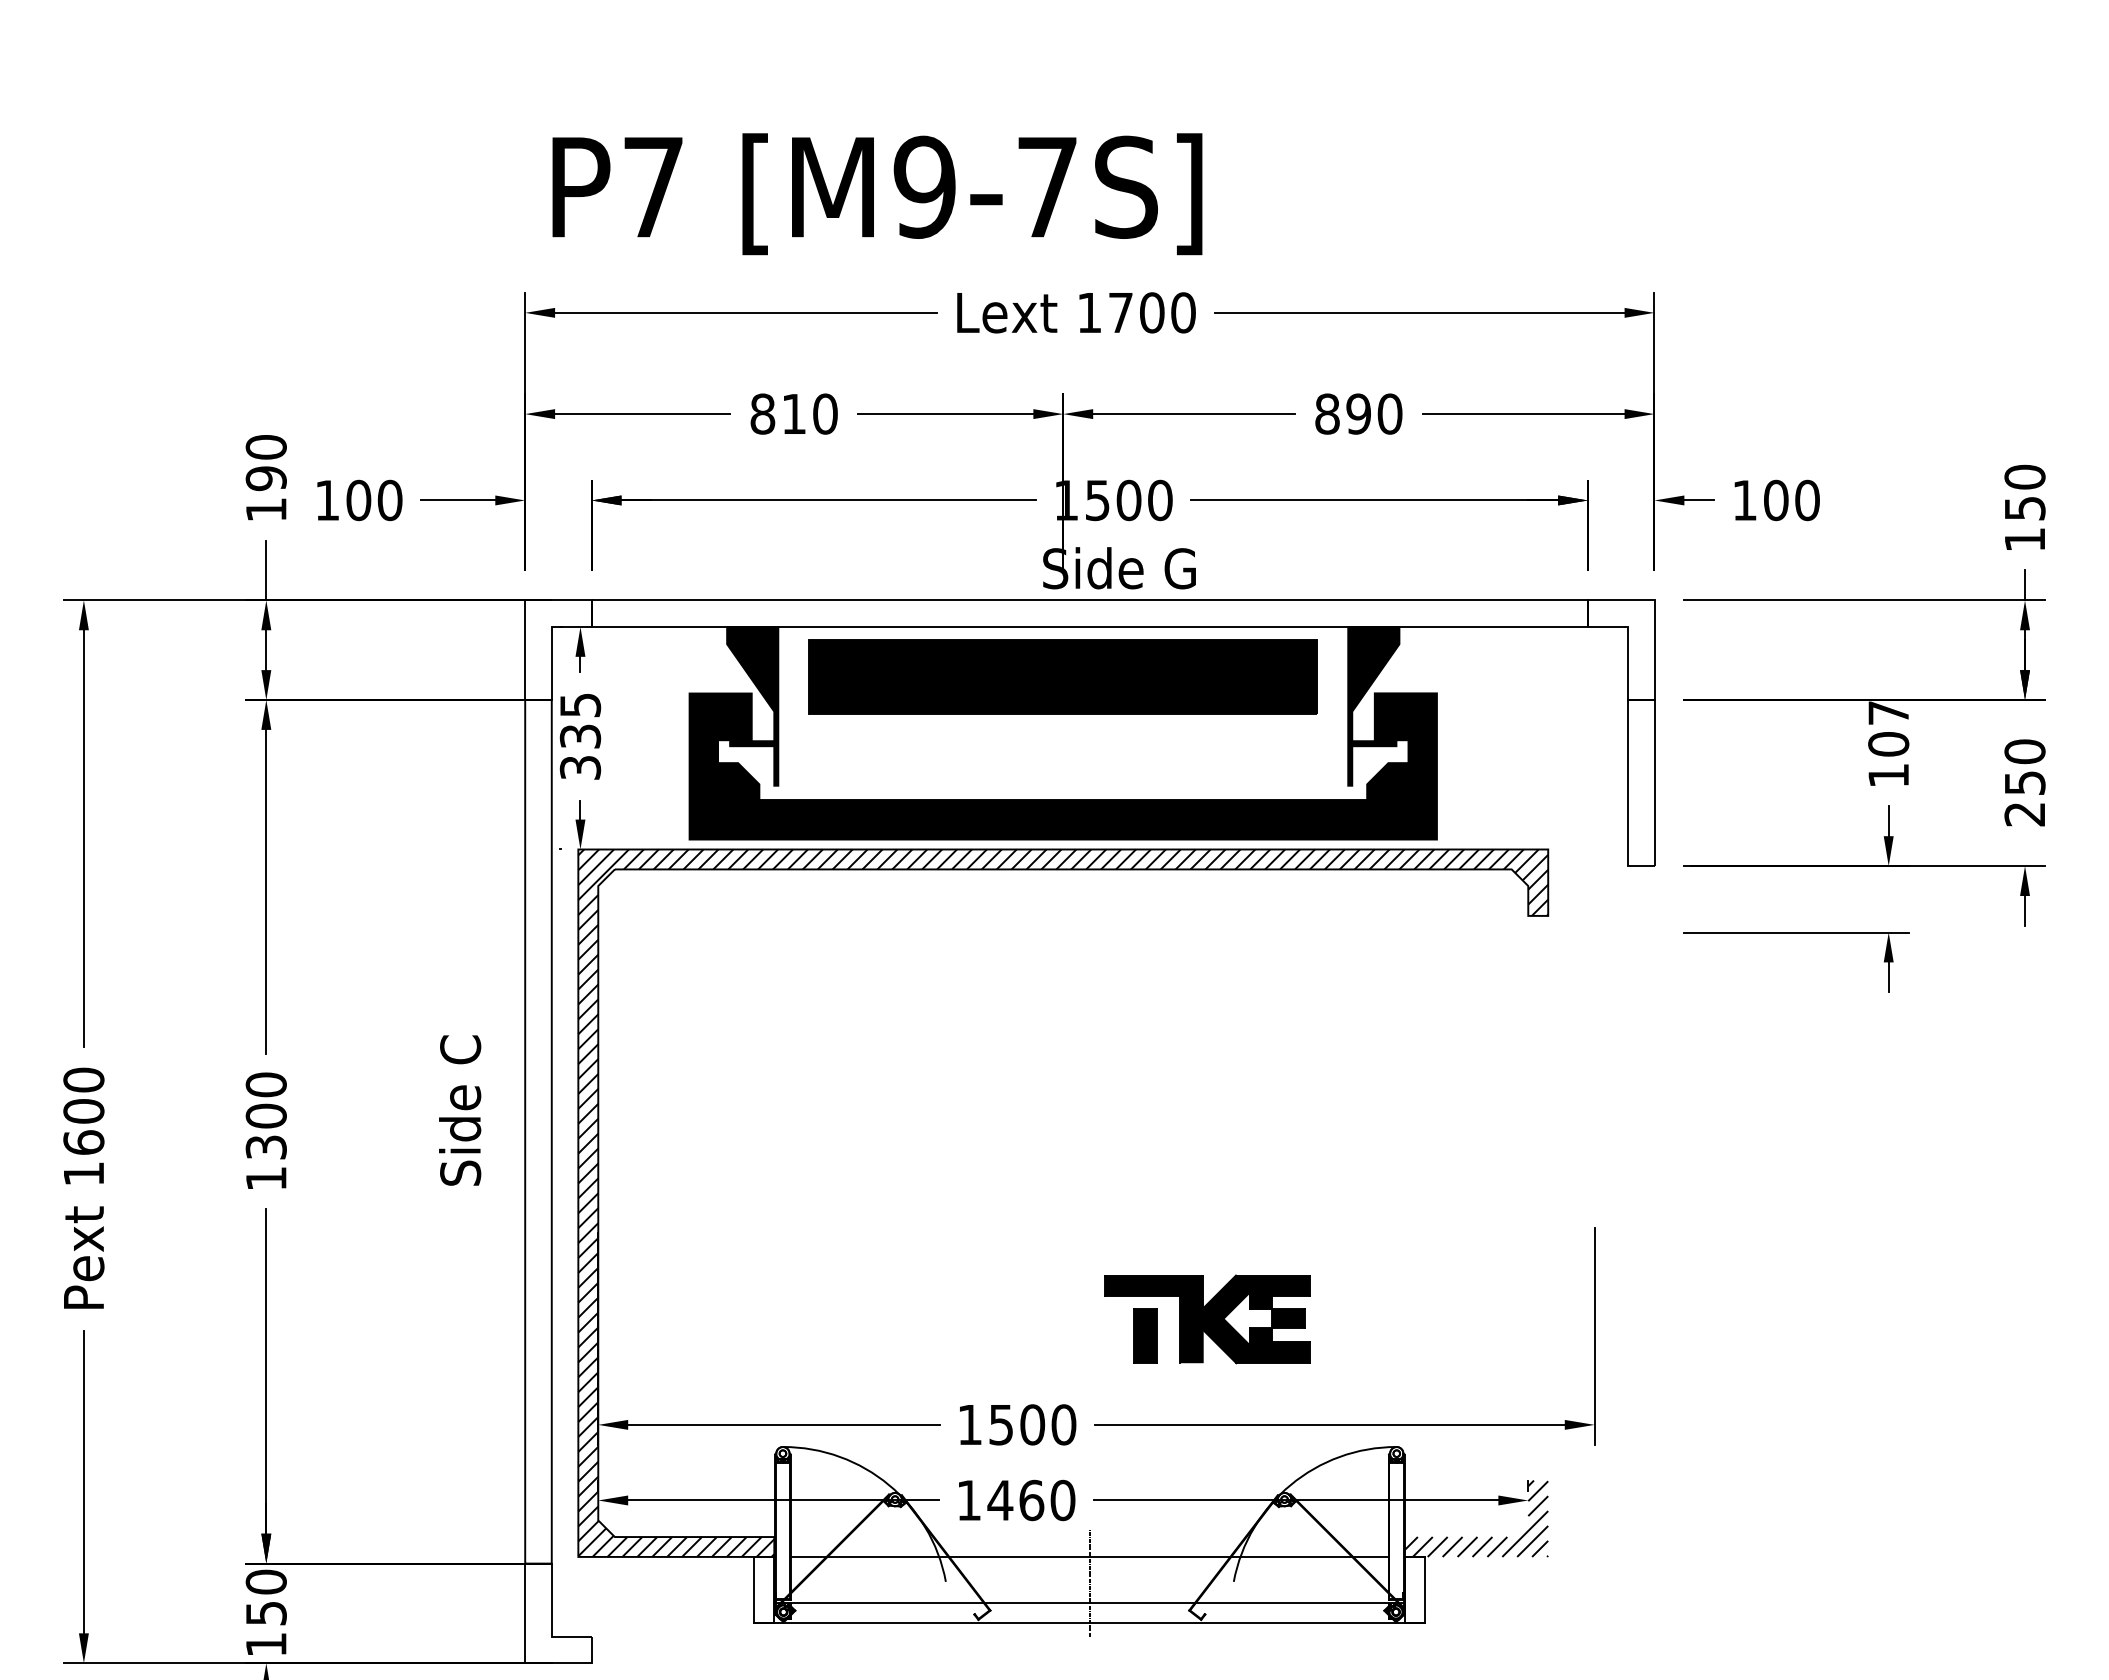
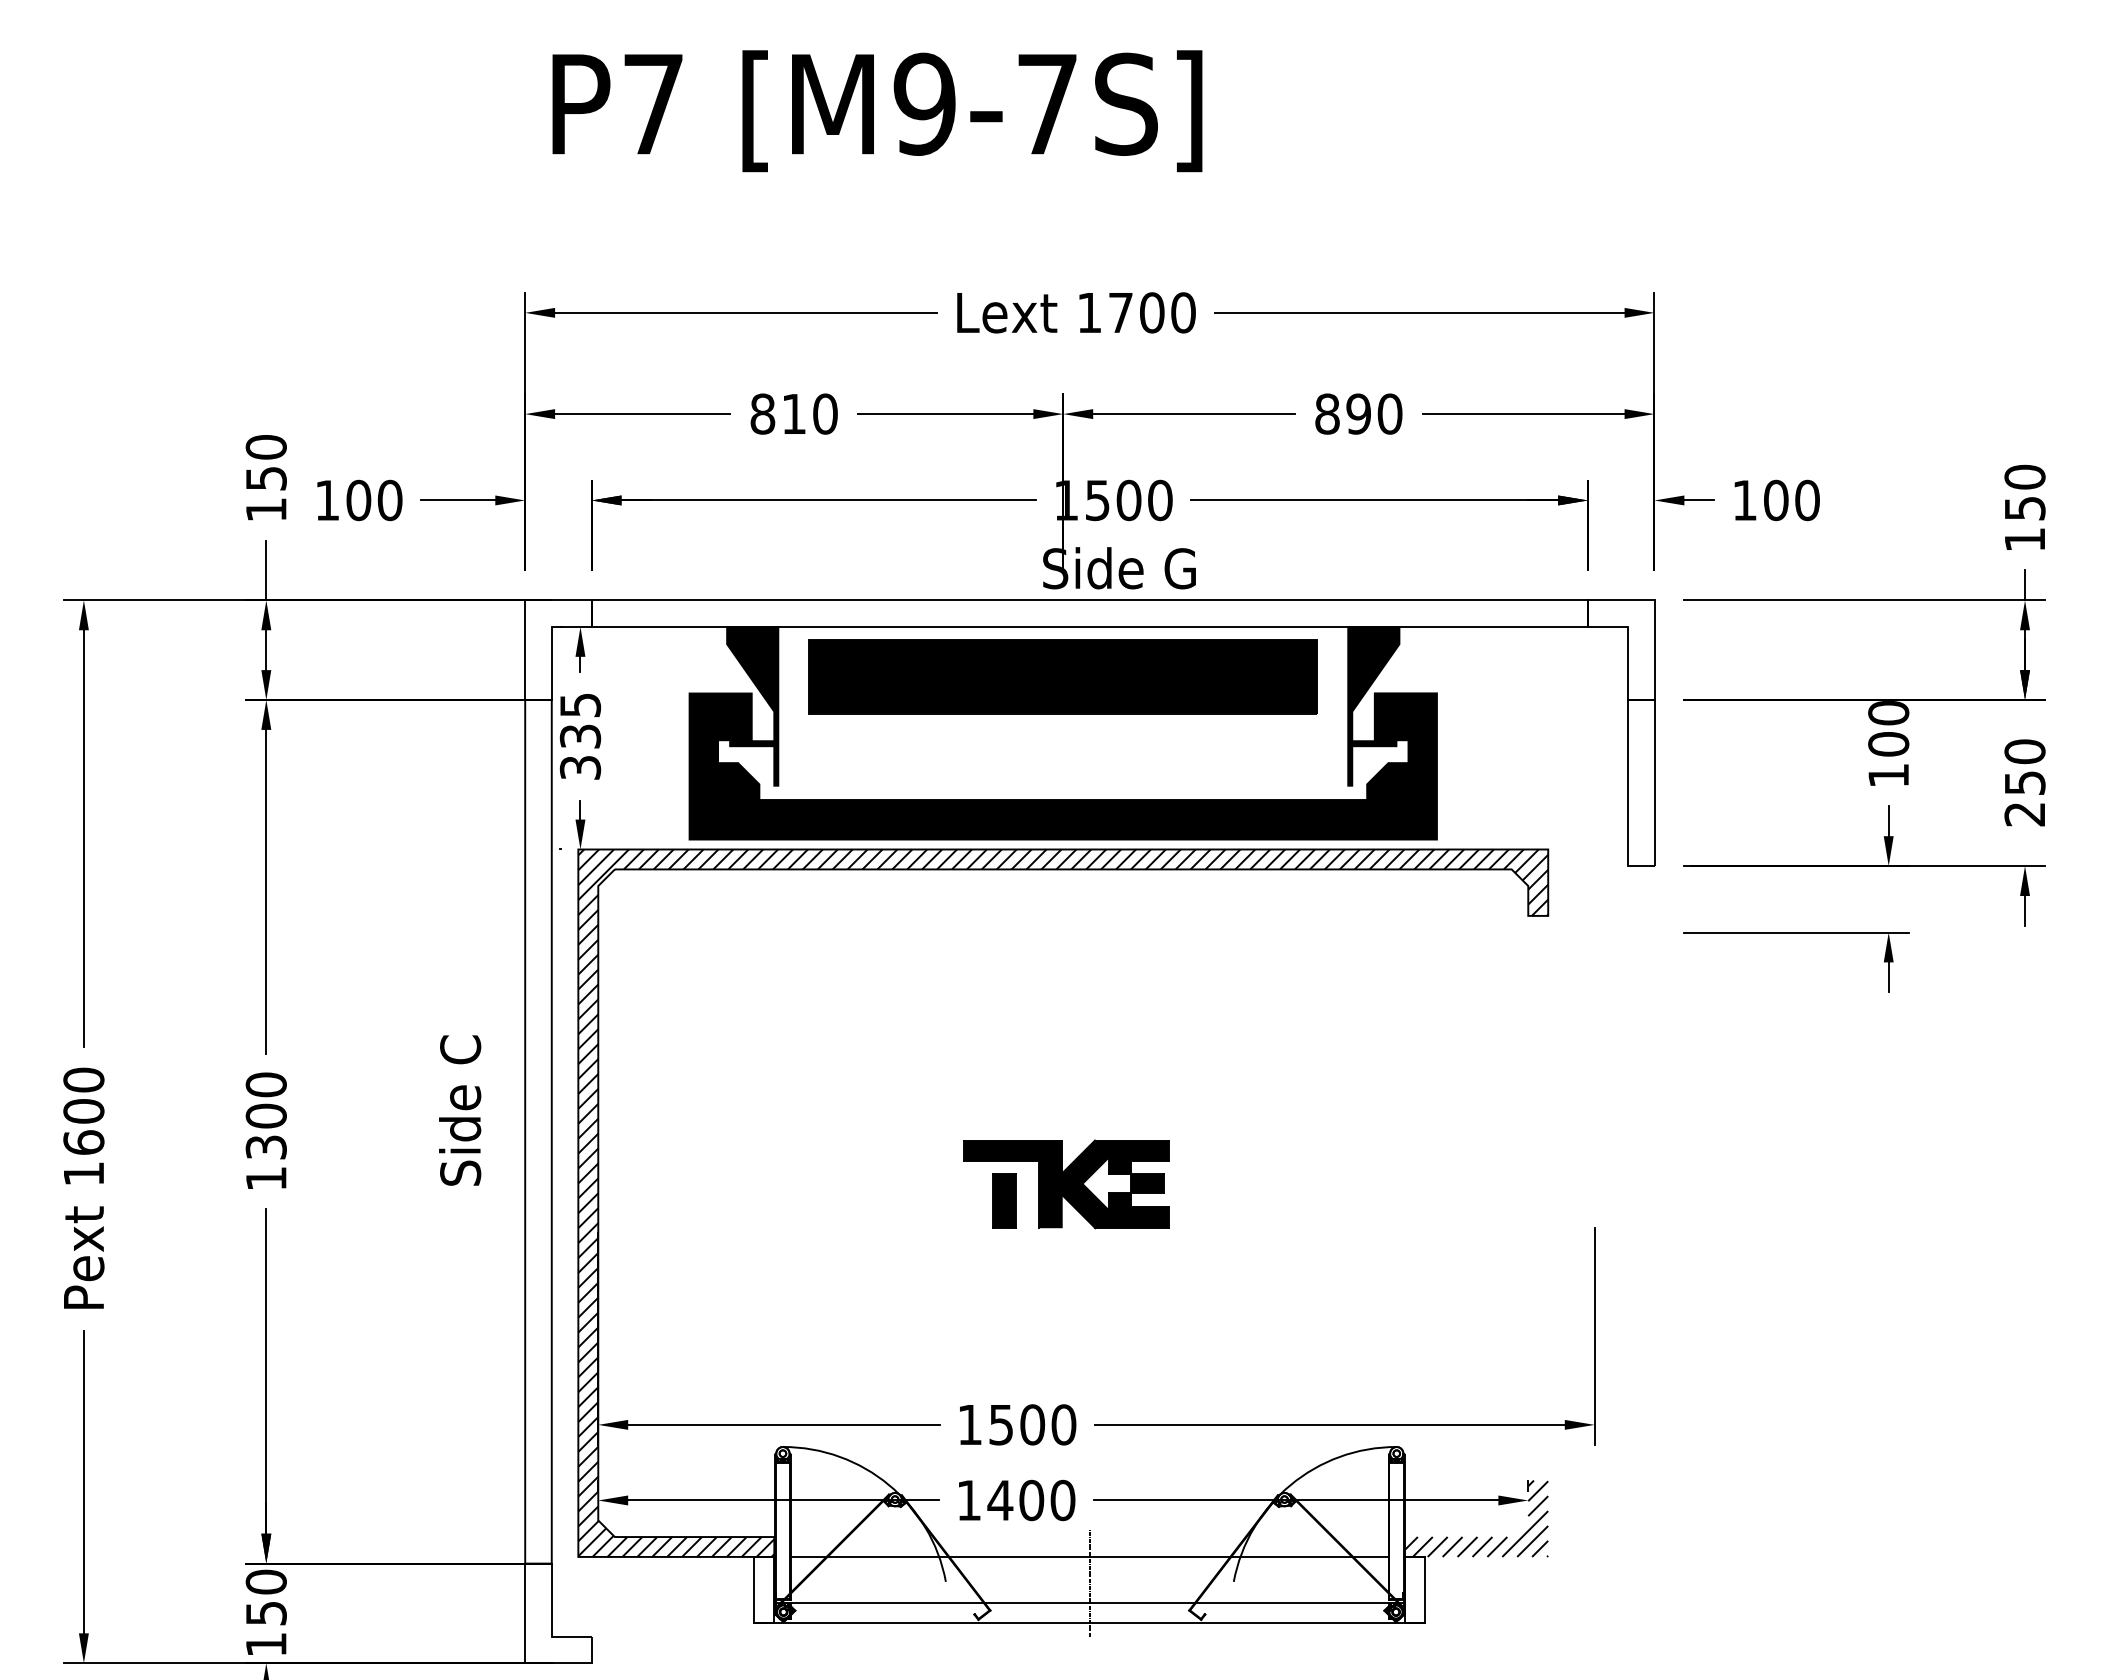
text at (877, 194) position: (877, 194) -> (877, 111)
text at (265, 478): 190 -> 150
text at (1888, 713): 107 -> 100
part at (1207, 1319) position: (1207, 1319) -> (1066, 1184)
text at (1031, 1499): 1460 -> 1400
